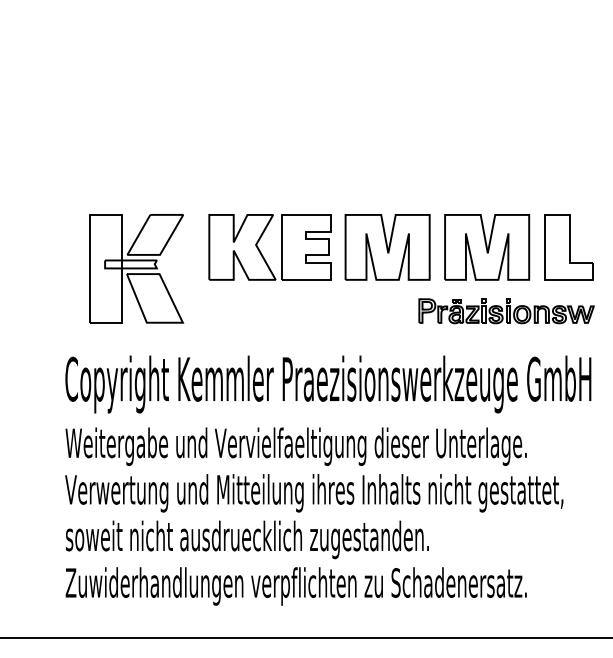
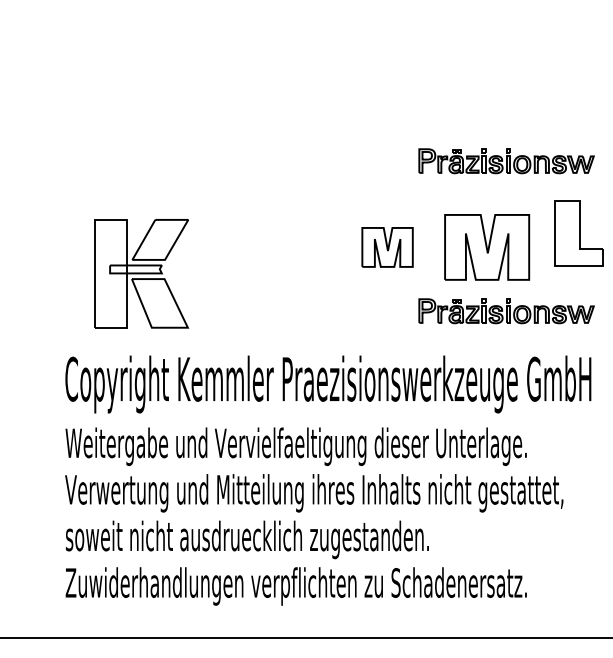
part at (506, 161): none -> present
part at (387, 247) size: 87x67 px -> 53x41 px
part at (568, 247) position: (568, 247) -> (578, 233)
part at (261, 252): present -> none
part at (136, 268) position: (136, 268) -> (141, 273)
